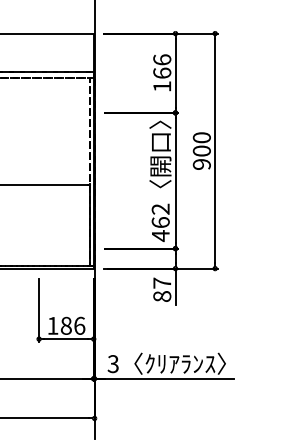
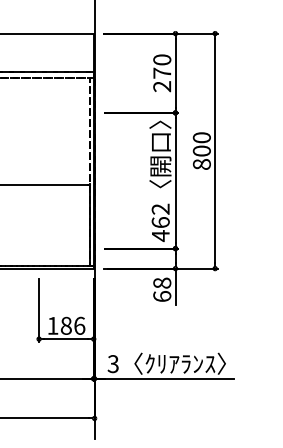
text at (162, 73): 166 -> 270
text at (201, 163): 900 -> 800
text at (162, 289): 87 -> 68
